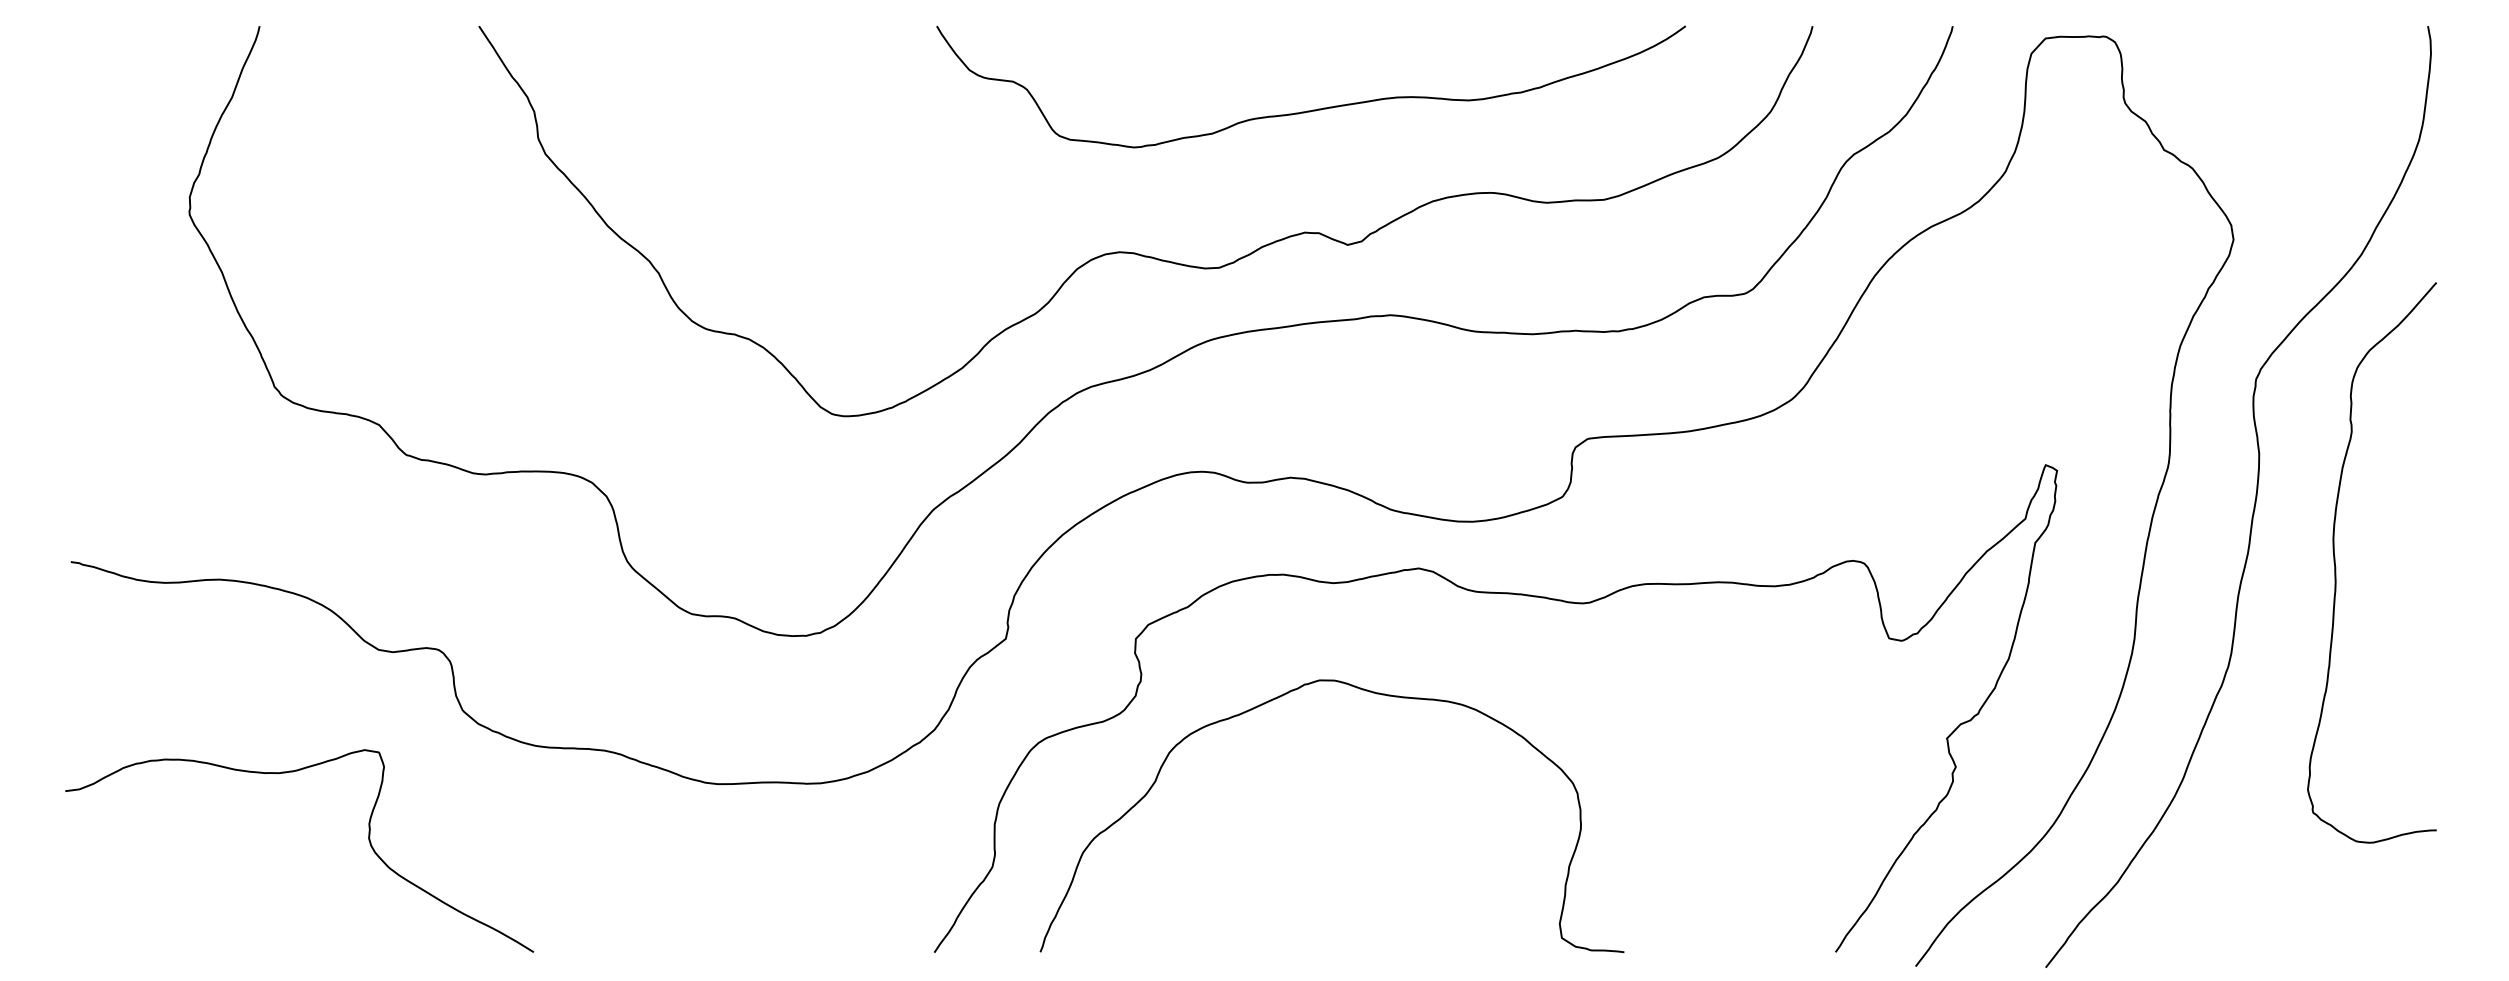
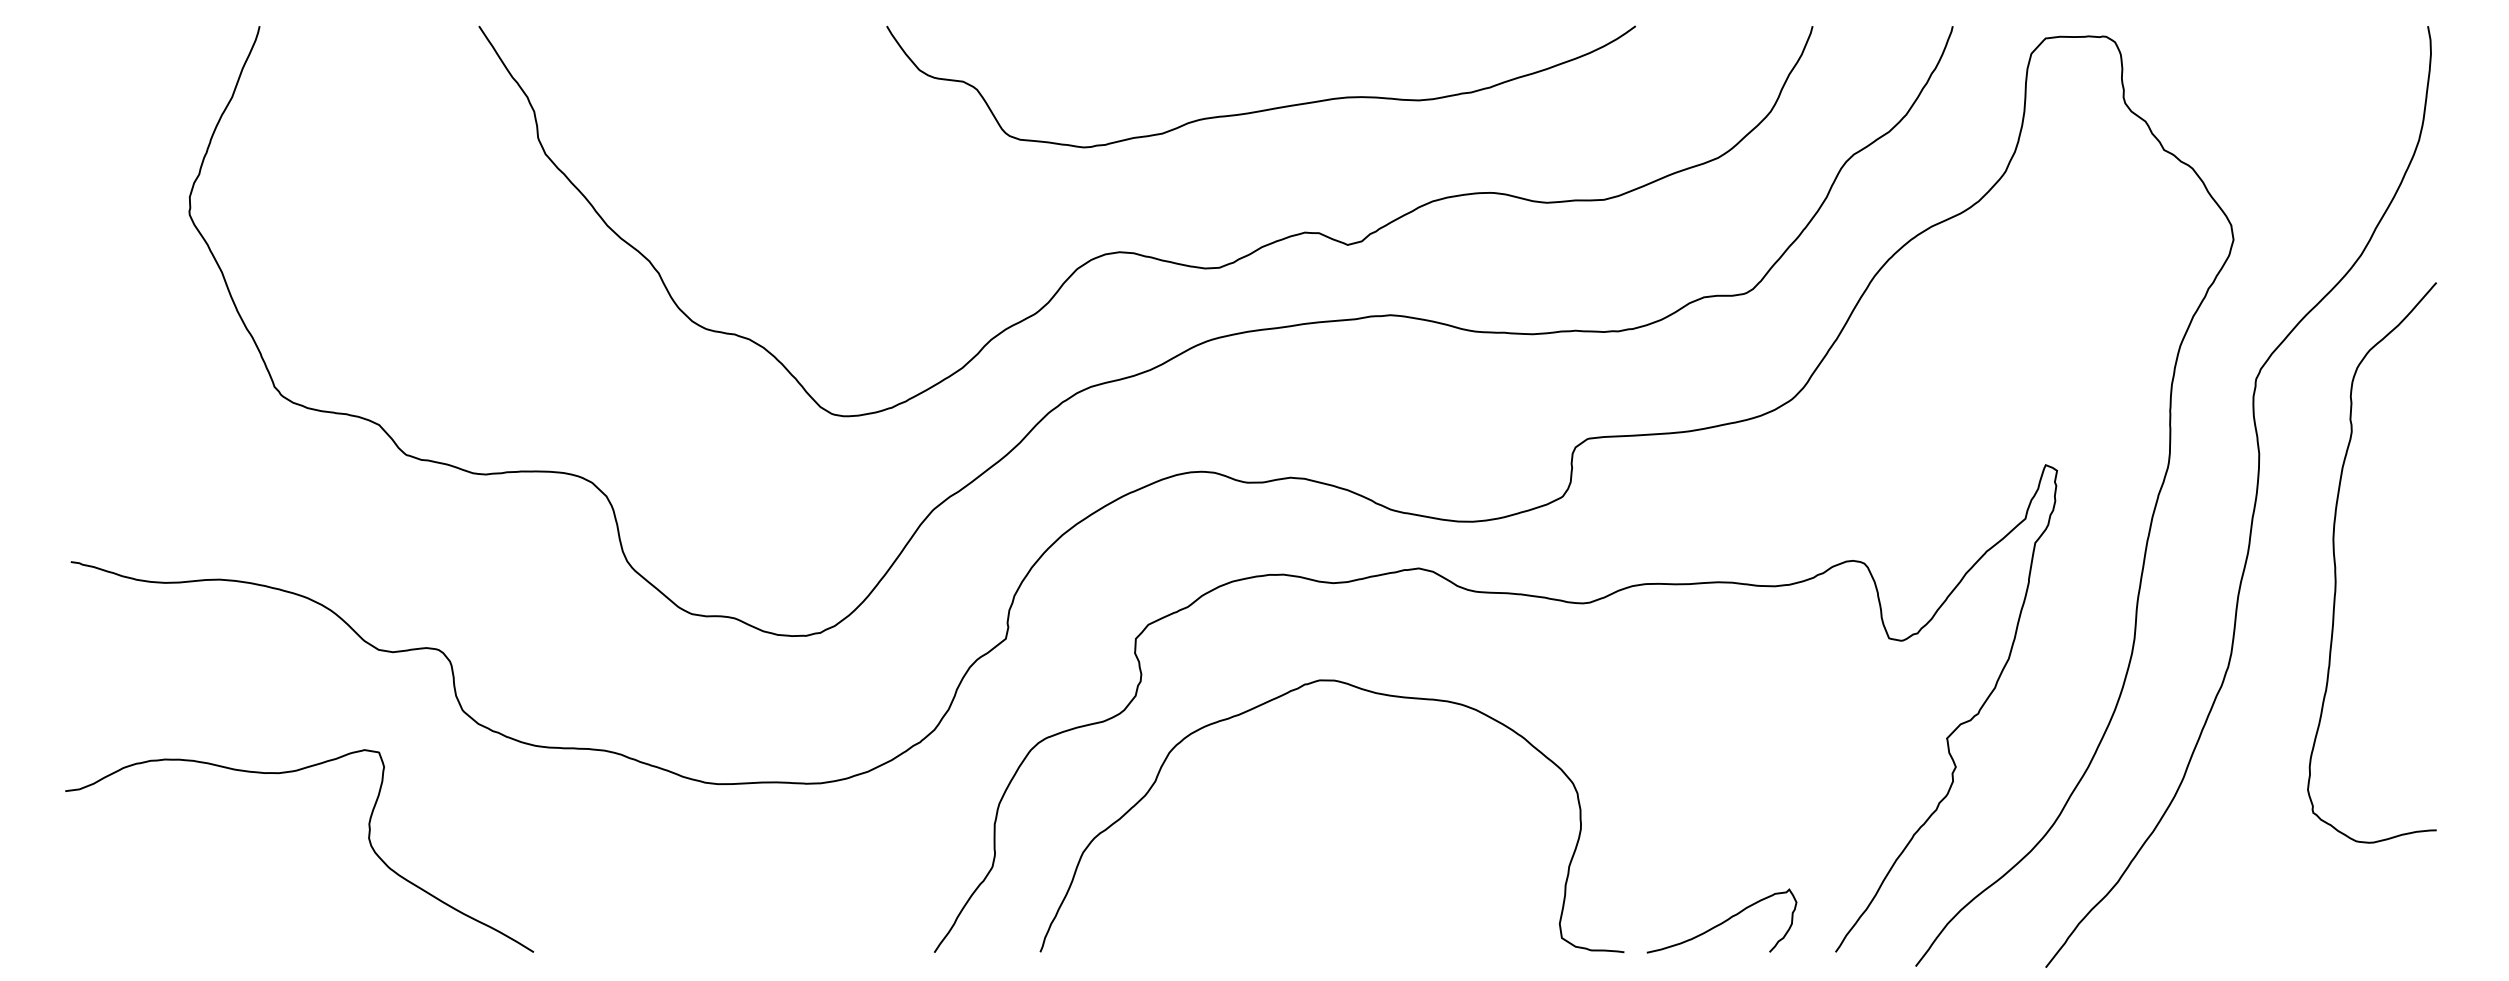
curve at (1313, 109) position: (1313, 109) -> (1263, 109)
curve at (1722, 921): none -> present
